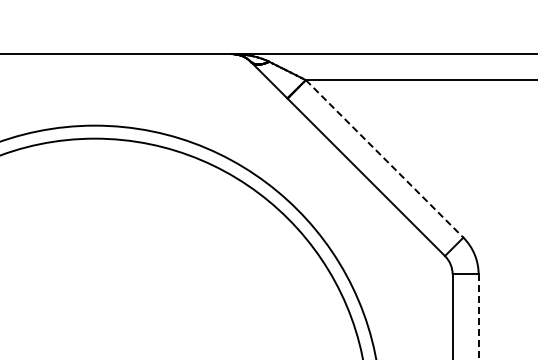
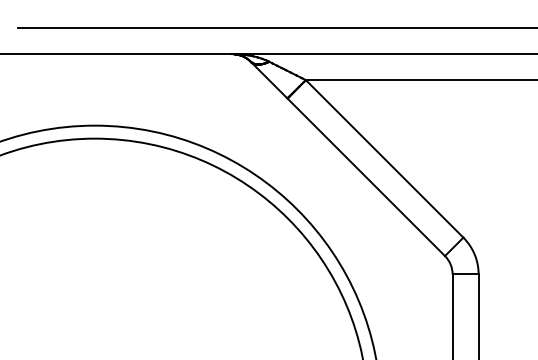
line at (276, 28): none -> present
line at (385, 159): dashed -> solid
line at (478, 317): dashed -> solid
